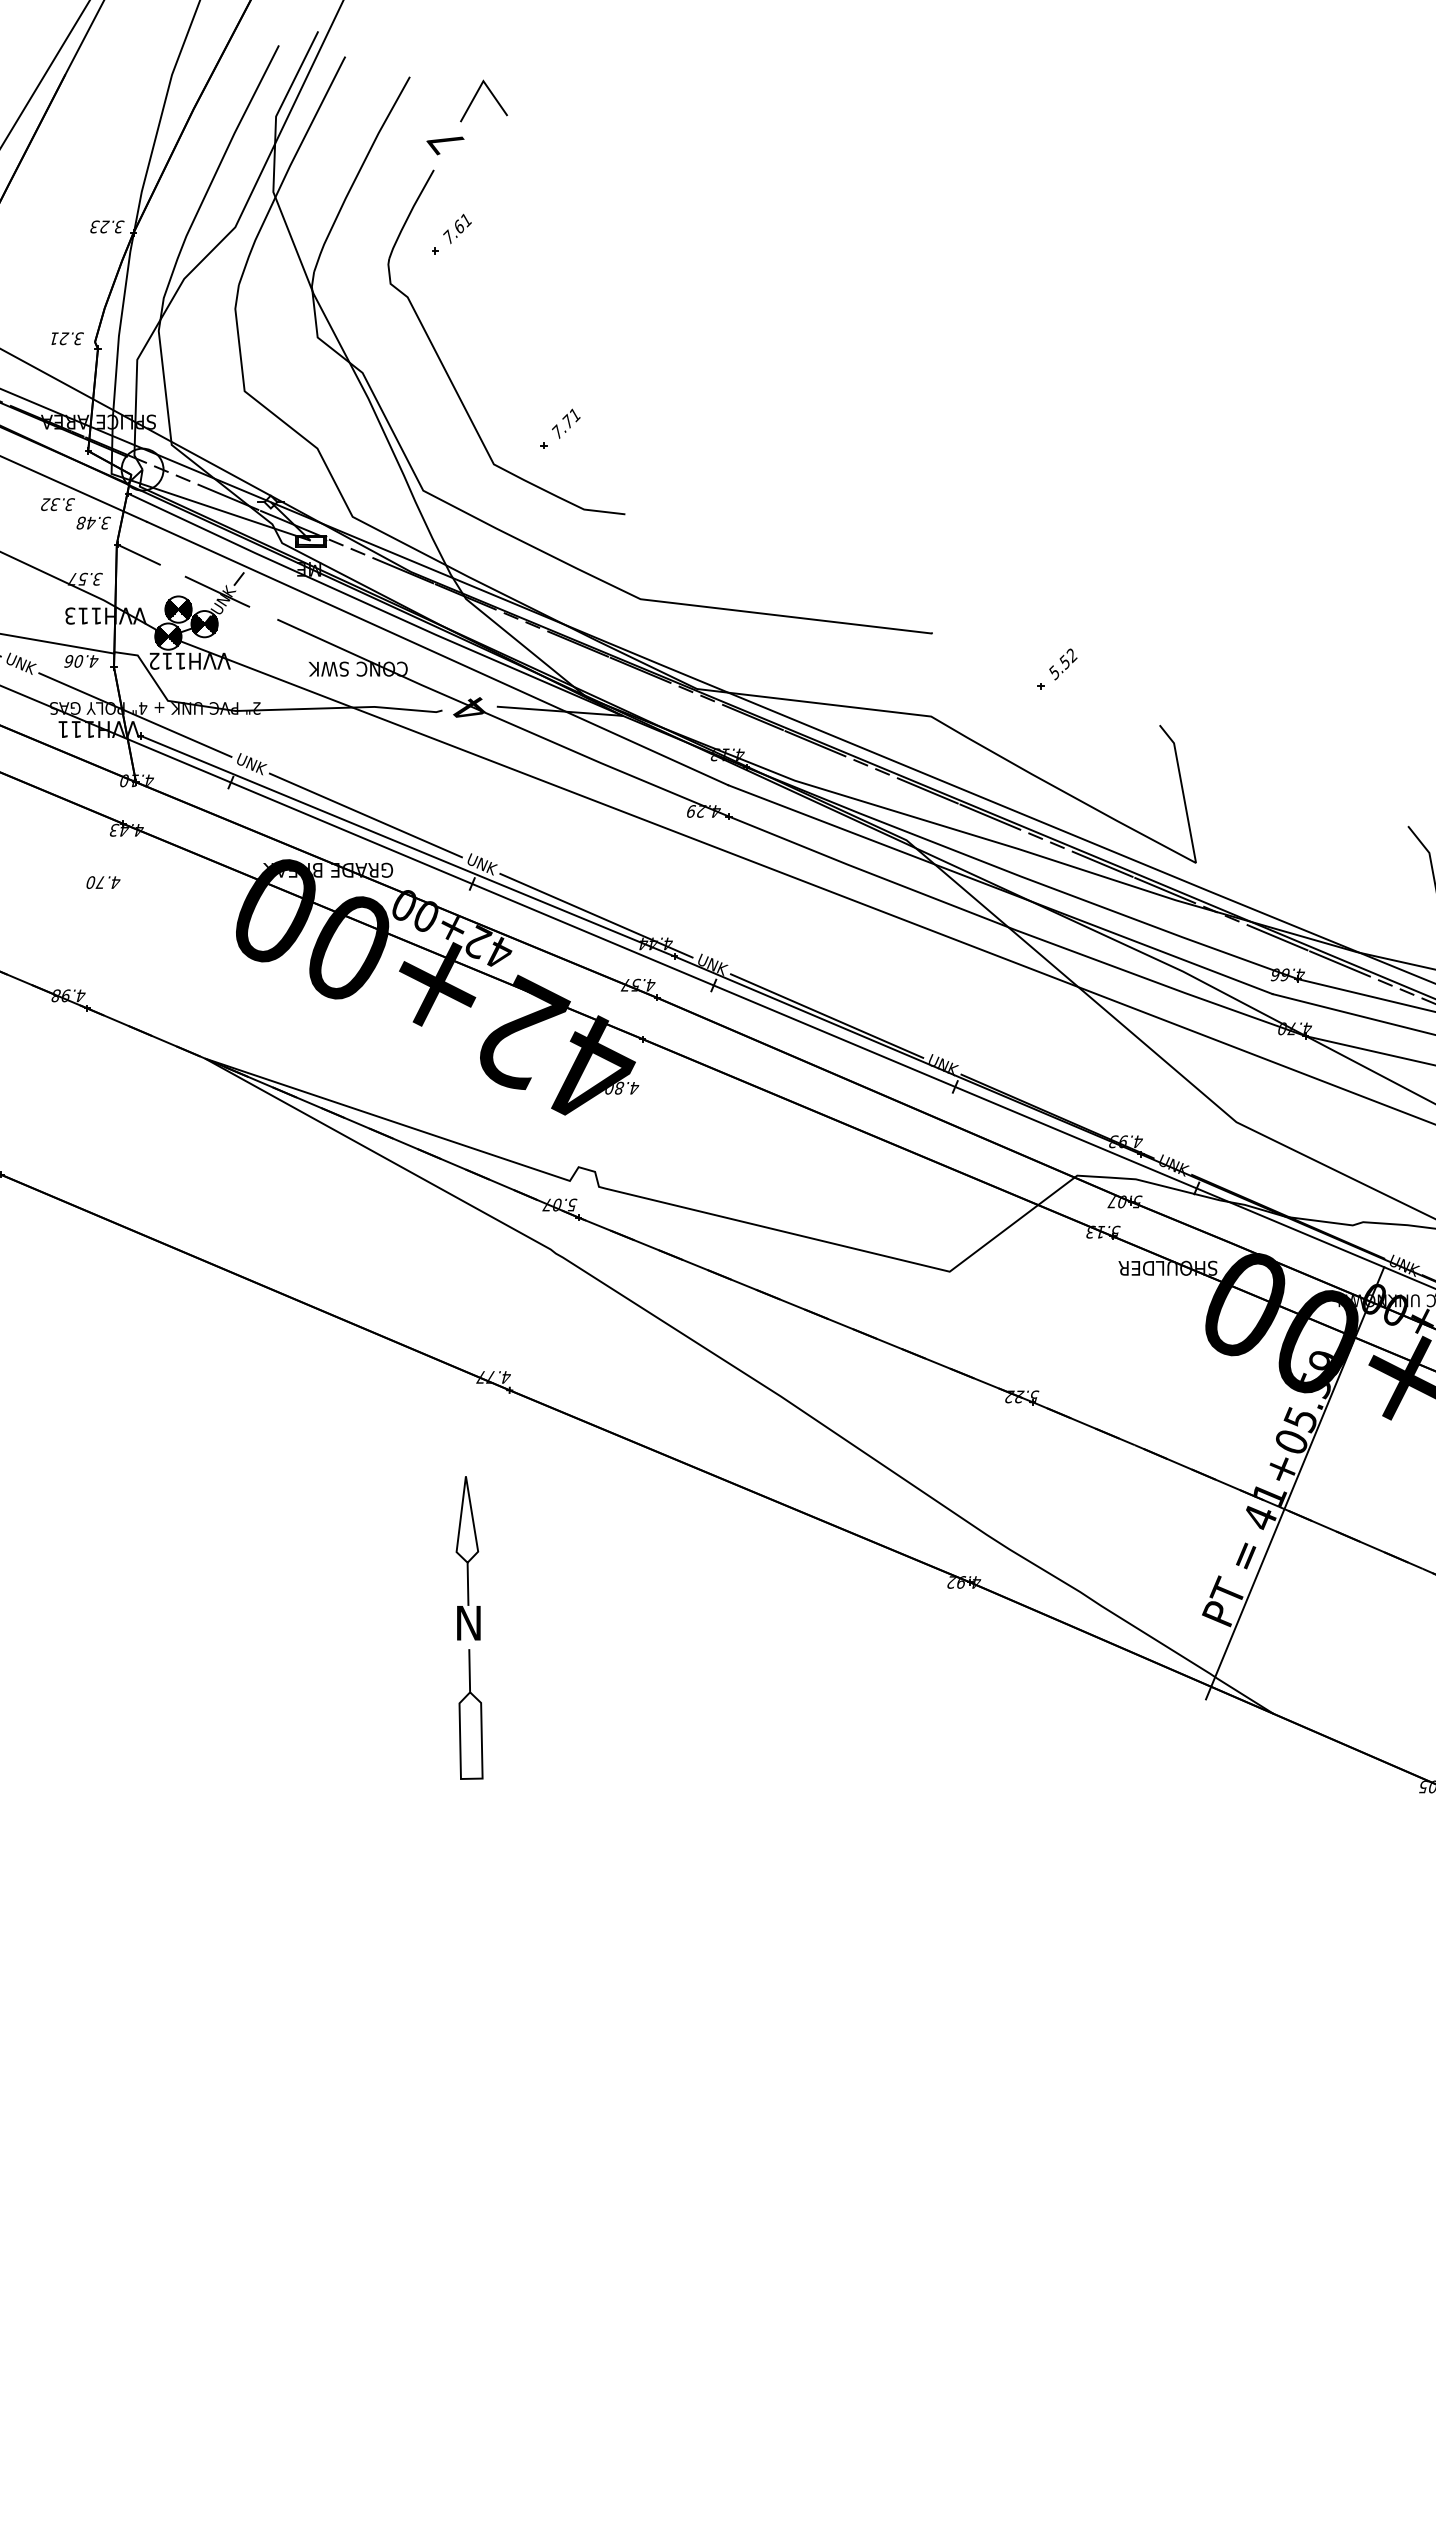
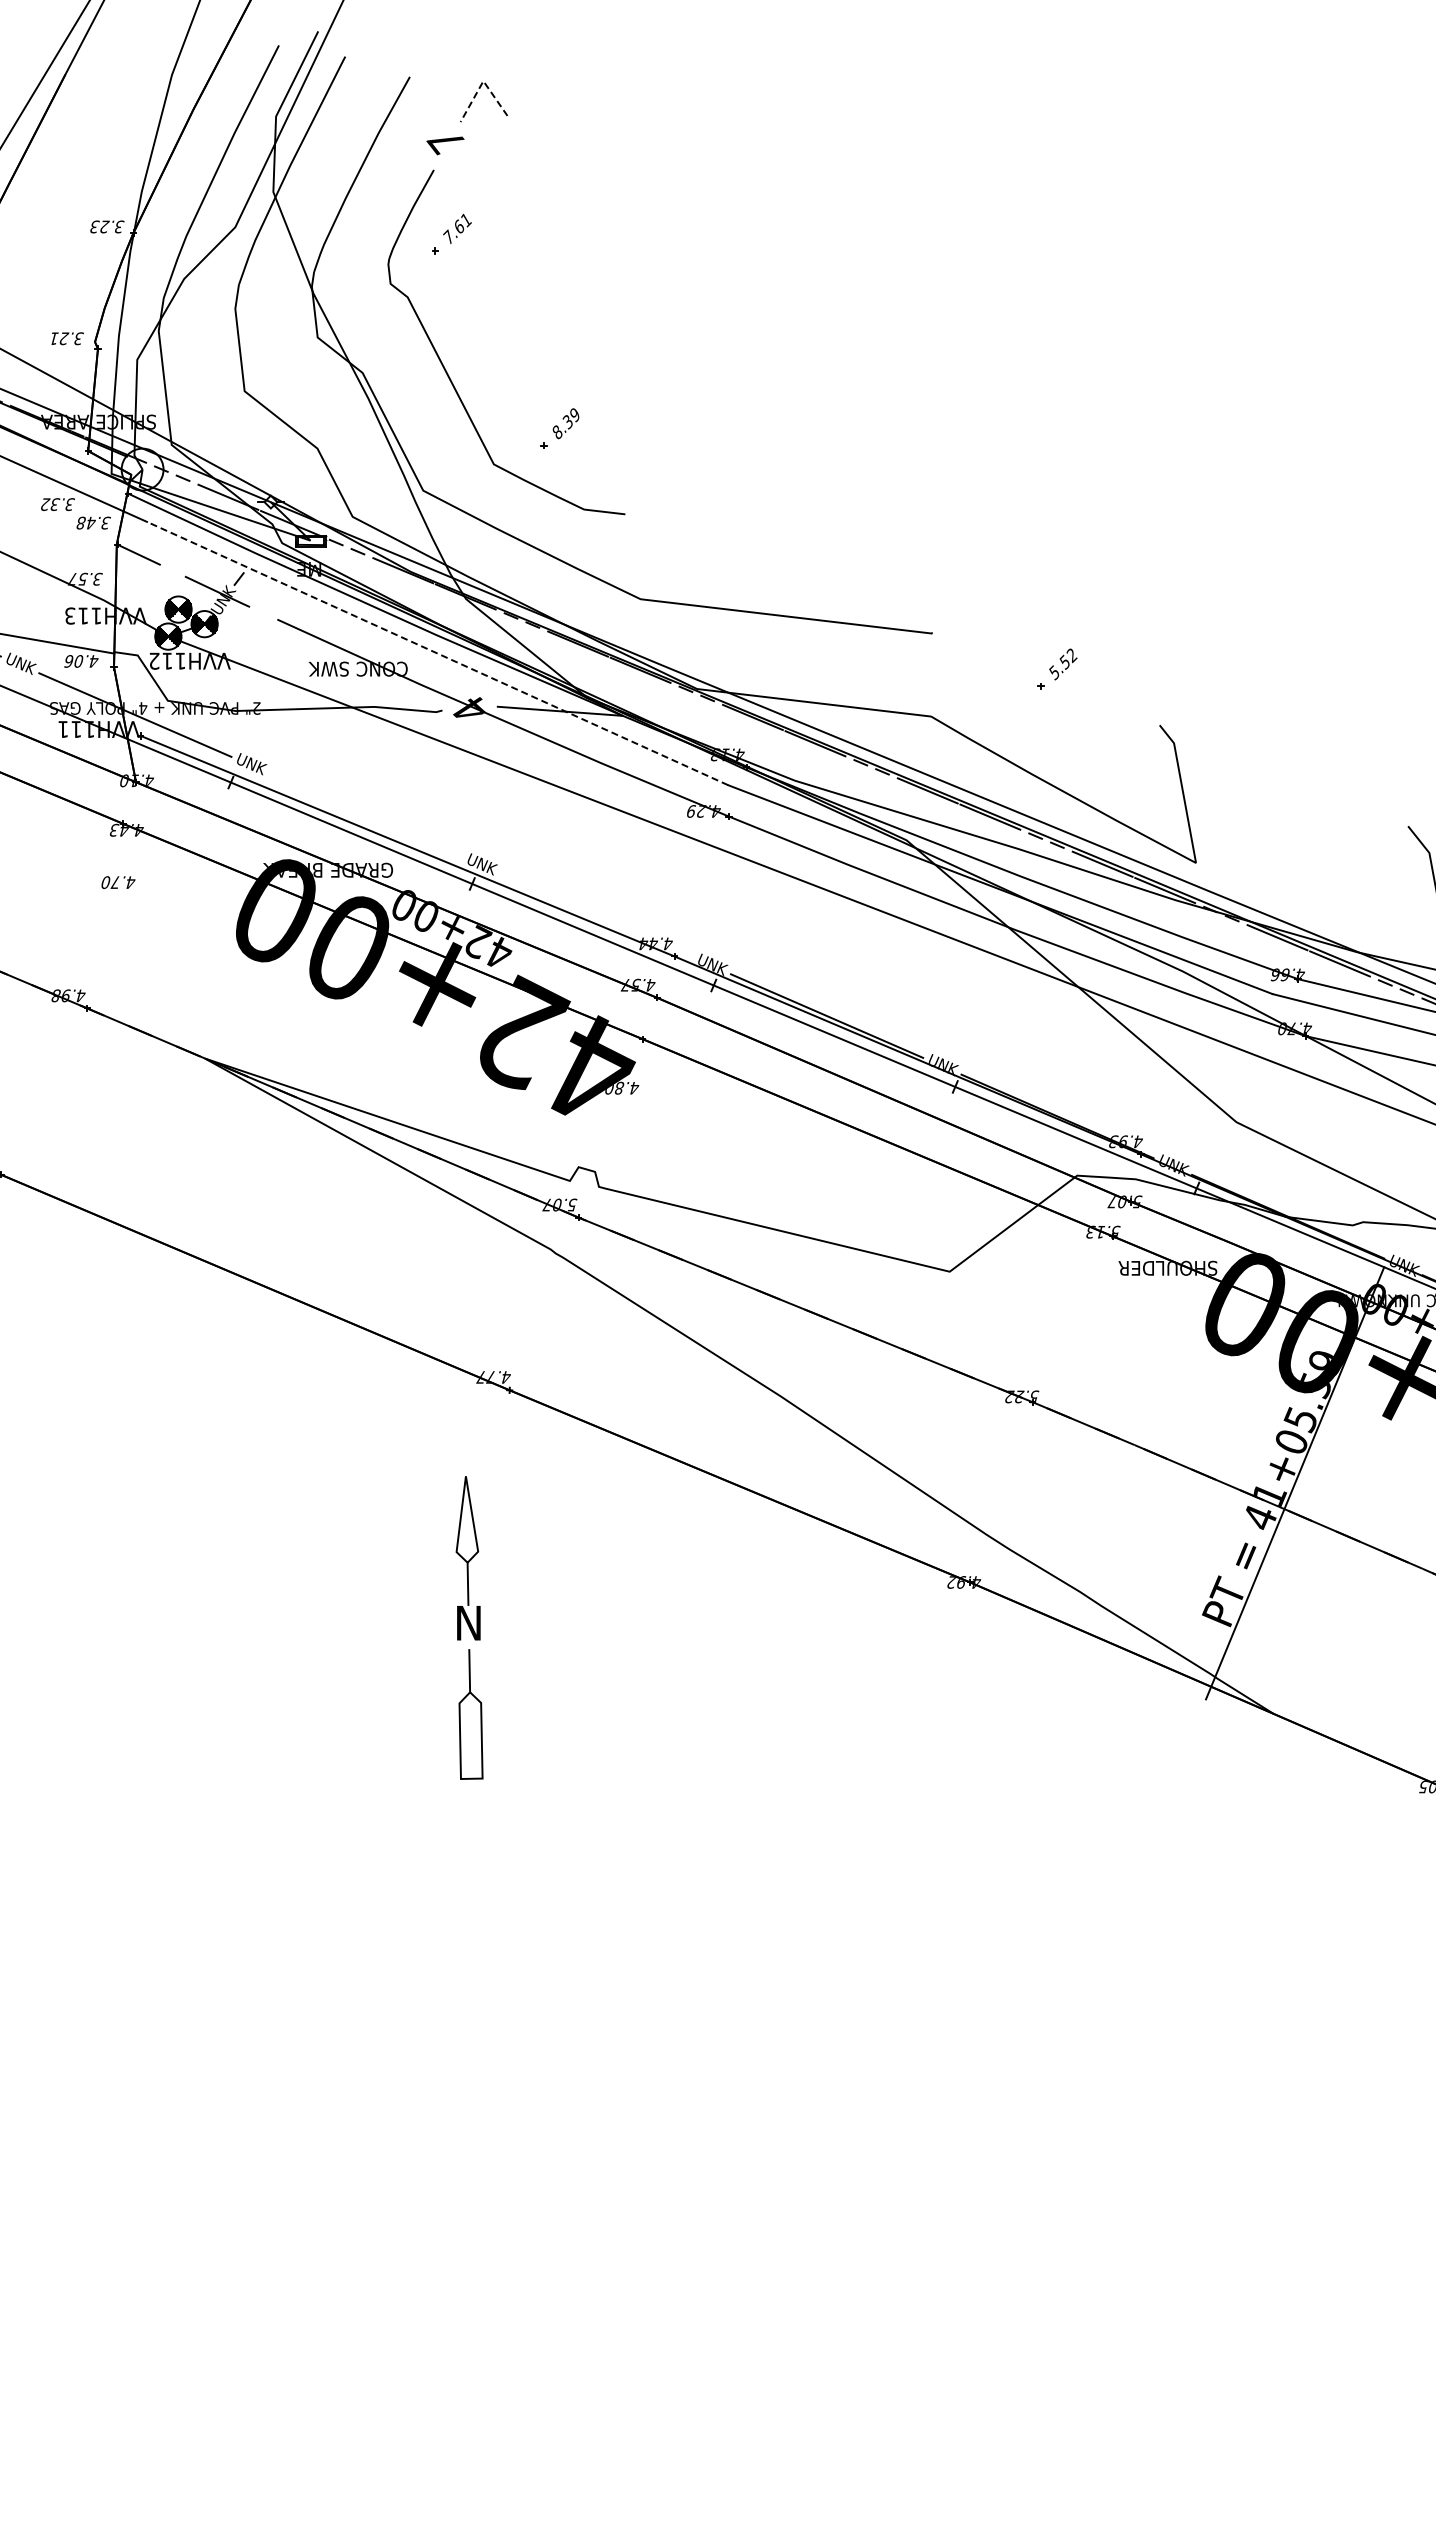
line at (482, 82): solid -> dashed
text at (566, 423): 7.71 -> 8.39
line at (437, 653): solid -> dashed
line at (365, 815): present -> none
text at (103, 882) position: (103, 882) -> (118, 882)
line at (596, 915): present -> none
